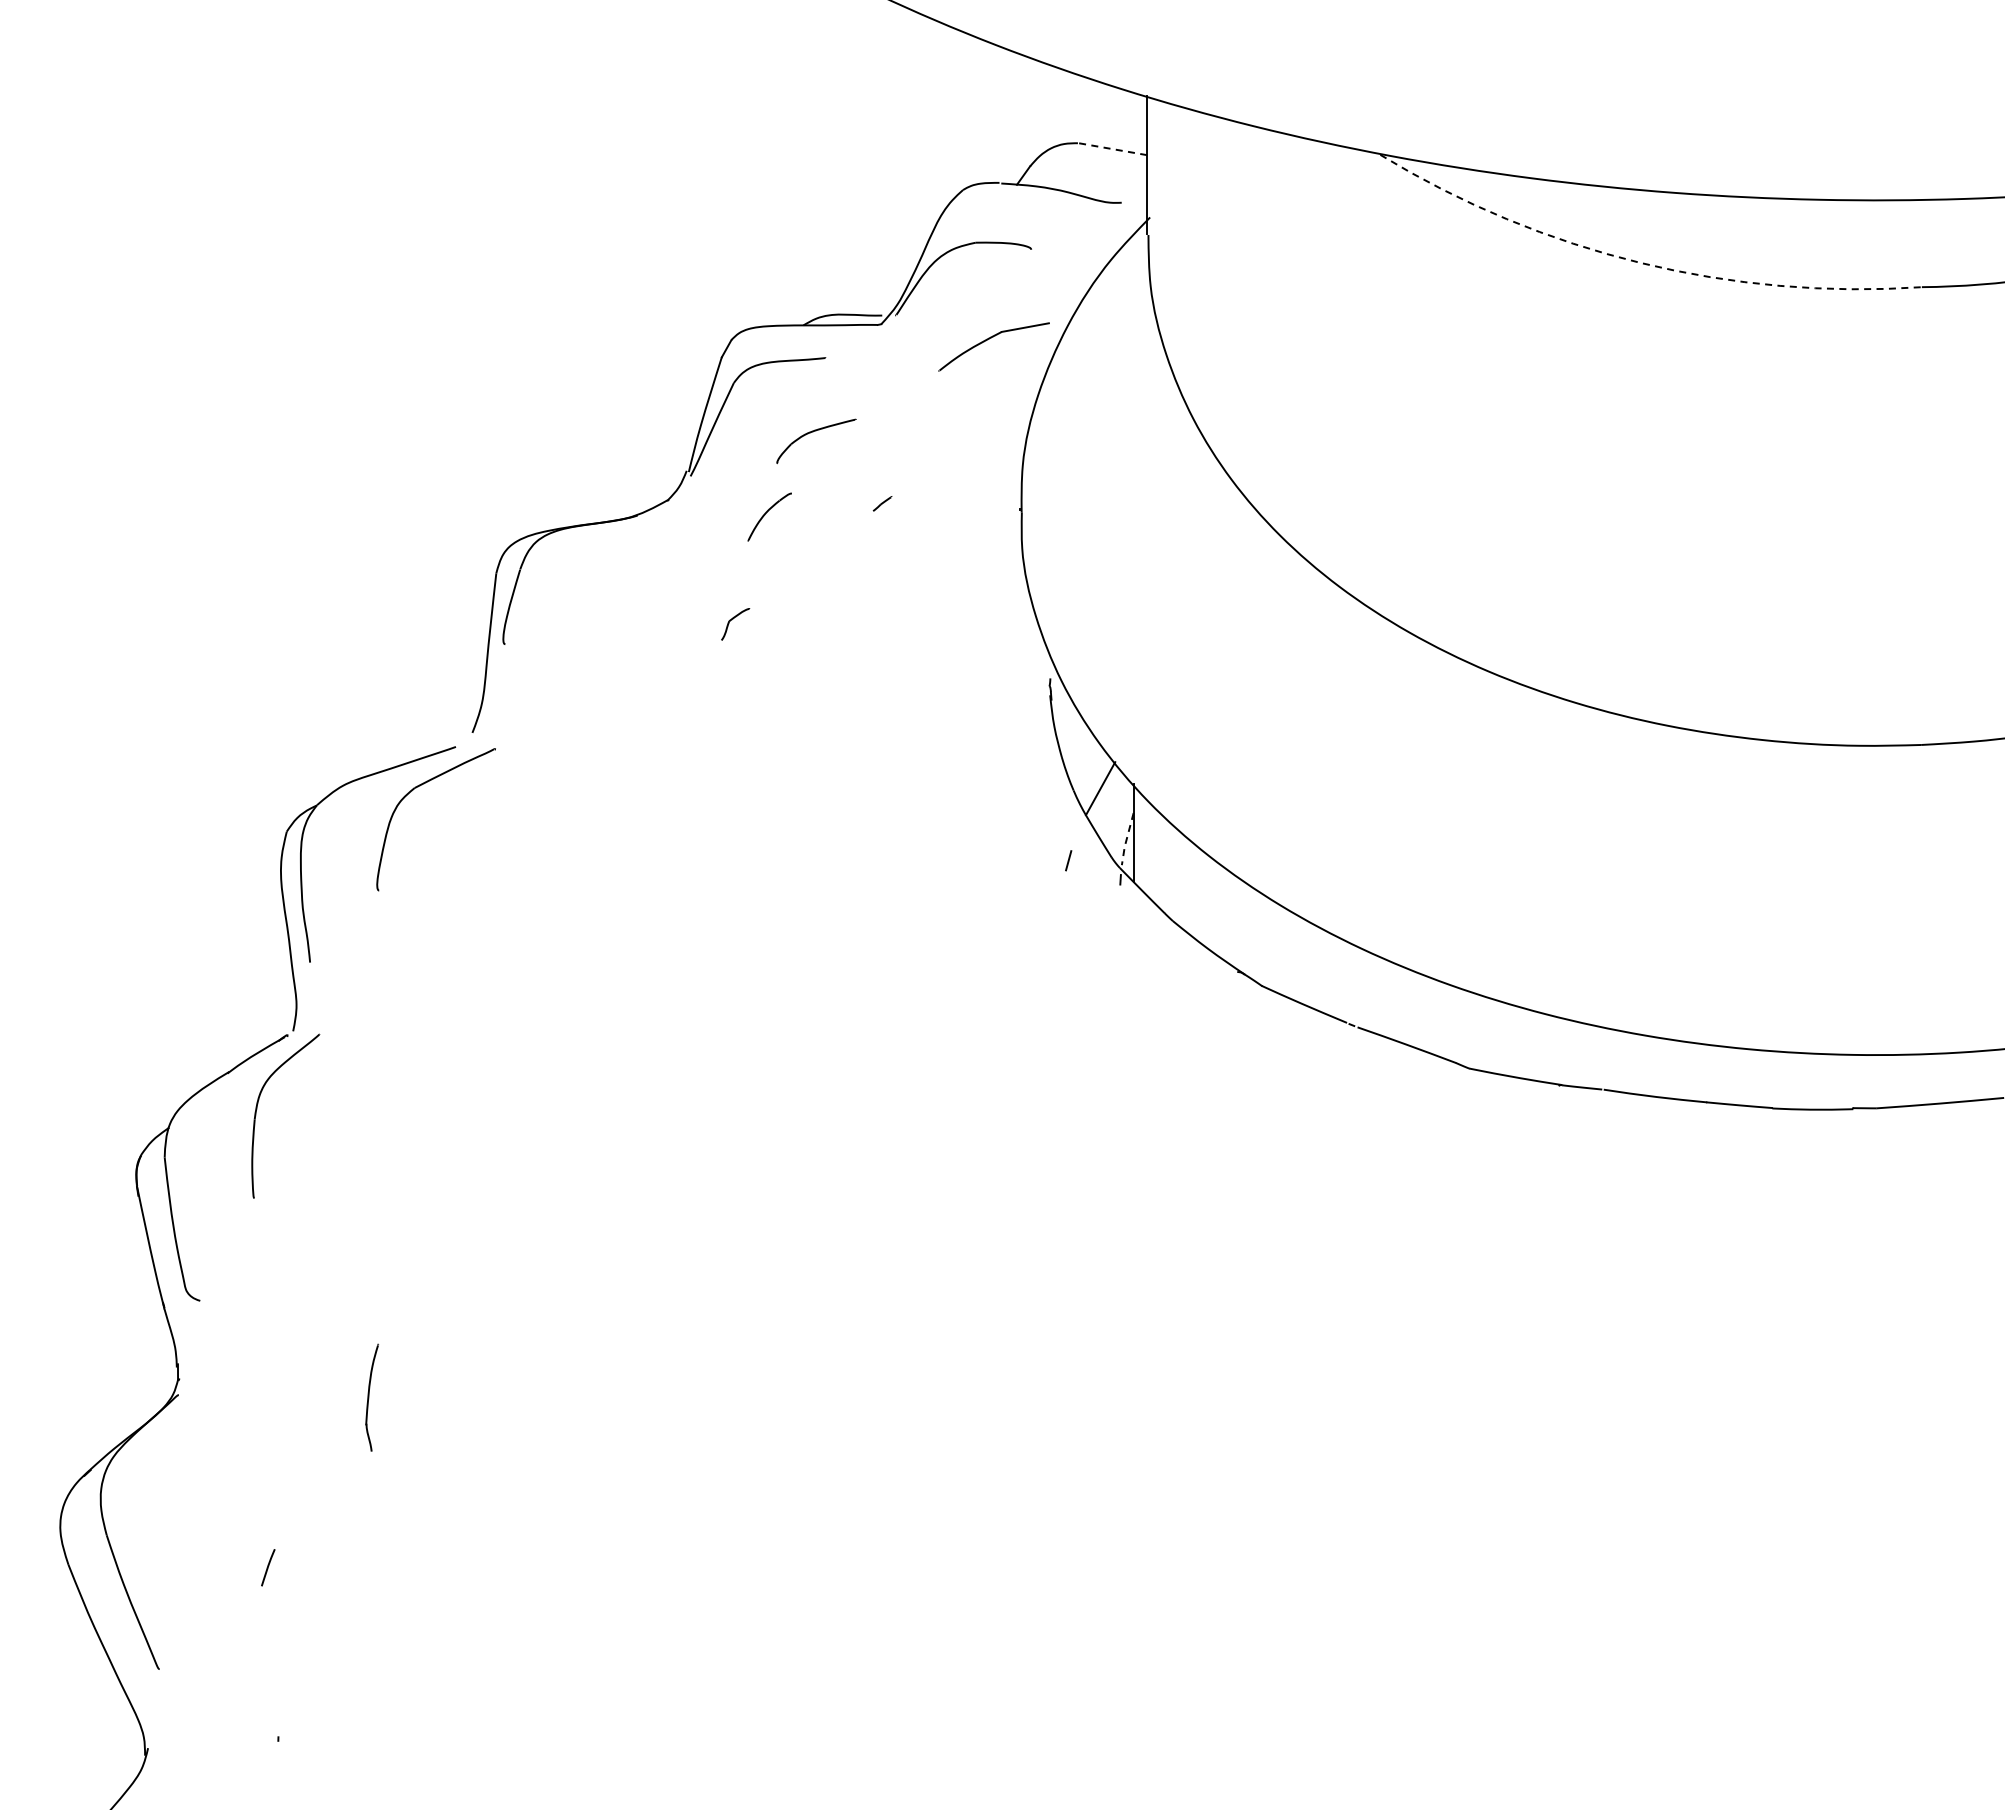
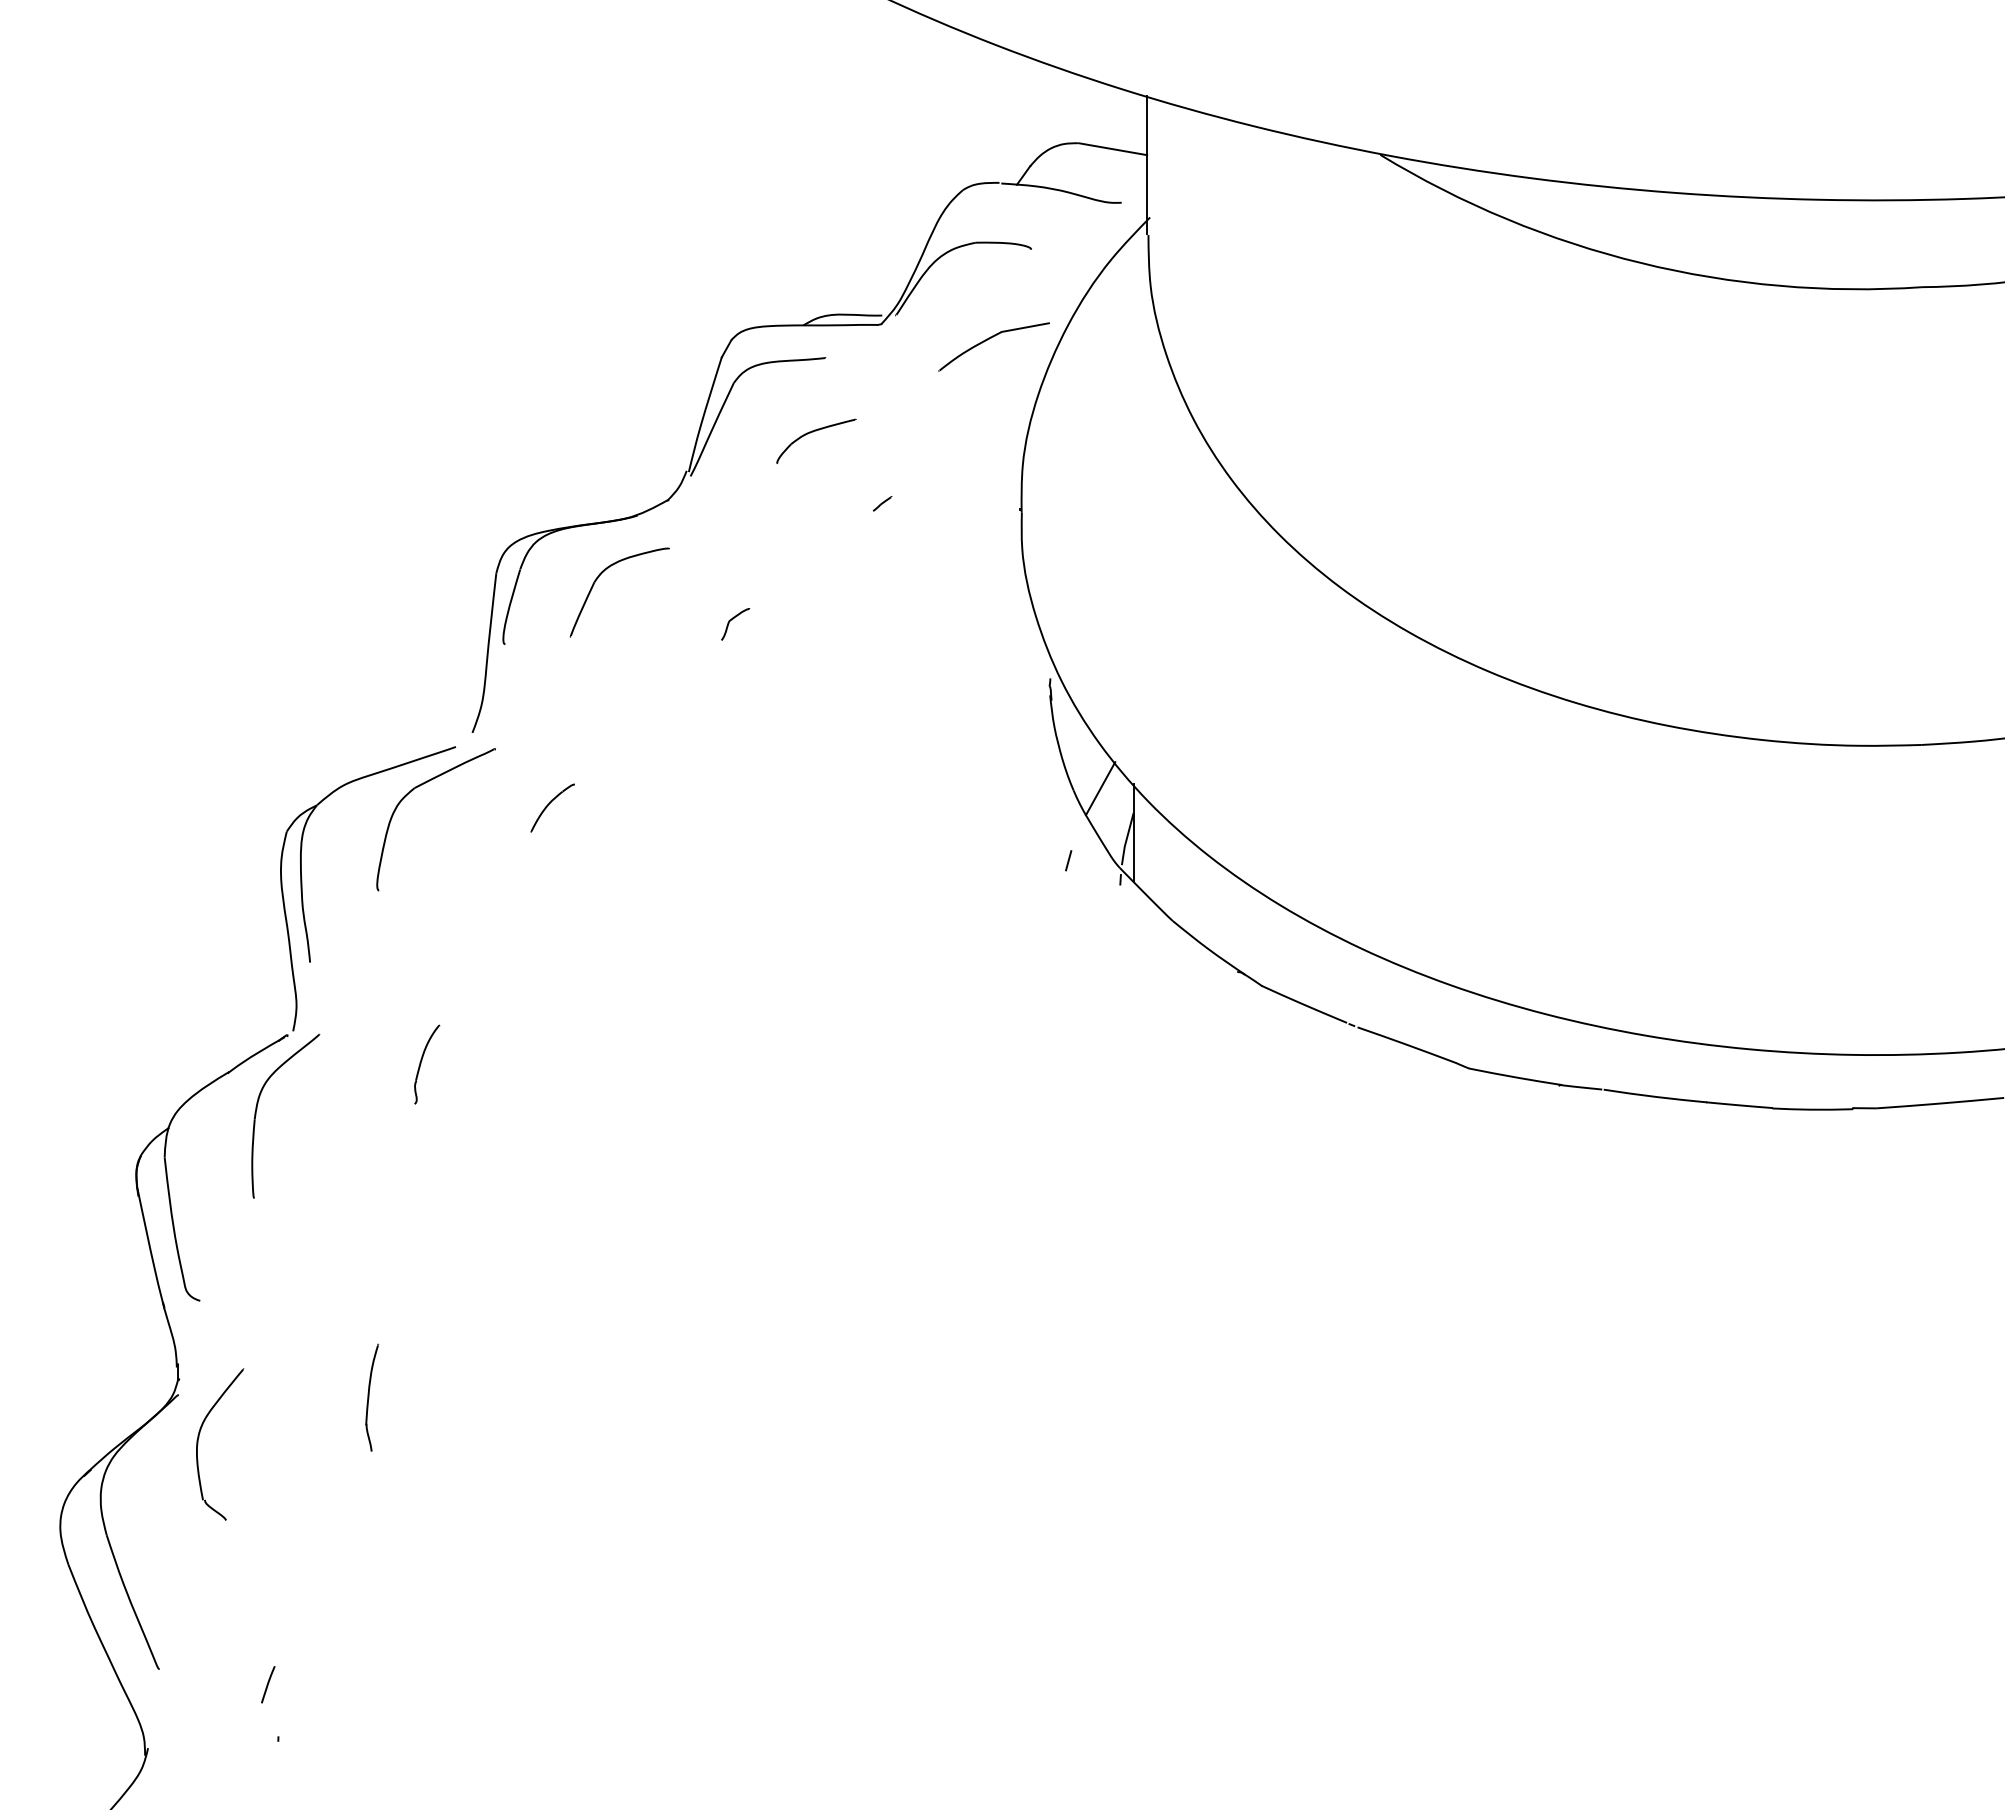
line at (1113, 149): dashed -> solid
arc at (1640, 263): dashed -> solid
part at (769, 516) position: (769, 516) -> (552, 807)
part at (598, 578): none -> present
line at (1126, 840): dashed -> solid
part at (427, 1064): none -> present
part at (198, 1444): none -> present
line at (268, 1567) position: (268, 1567) -> (268, 1684)
